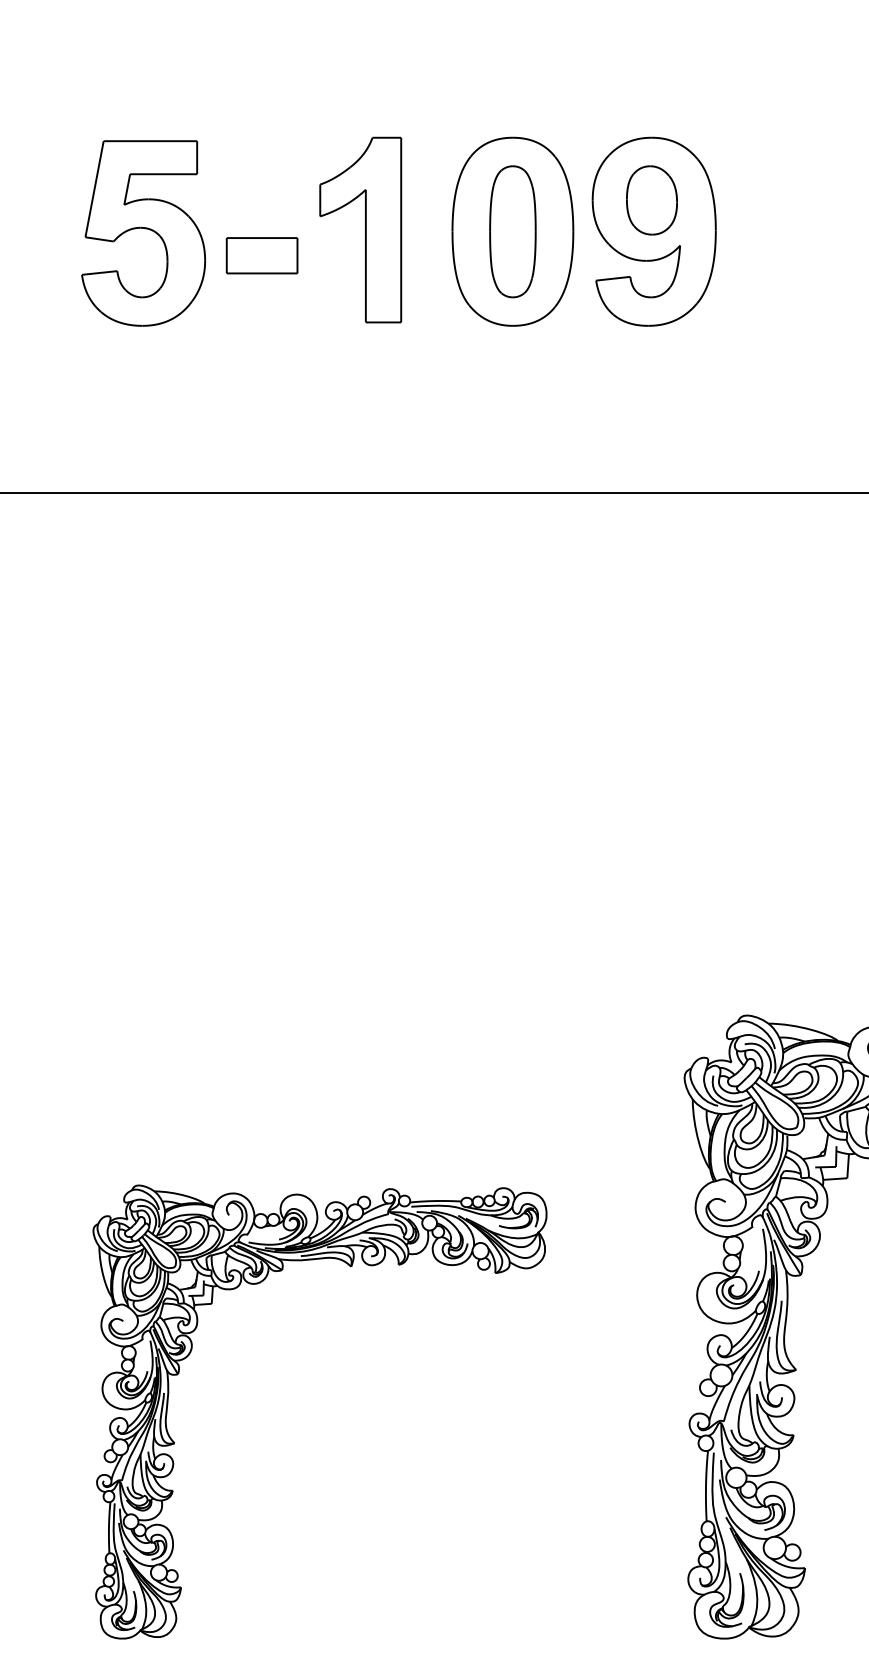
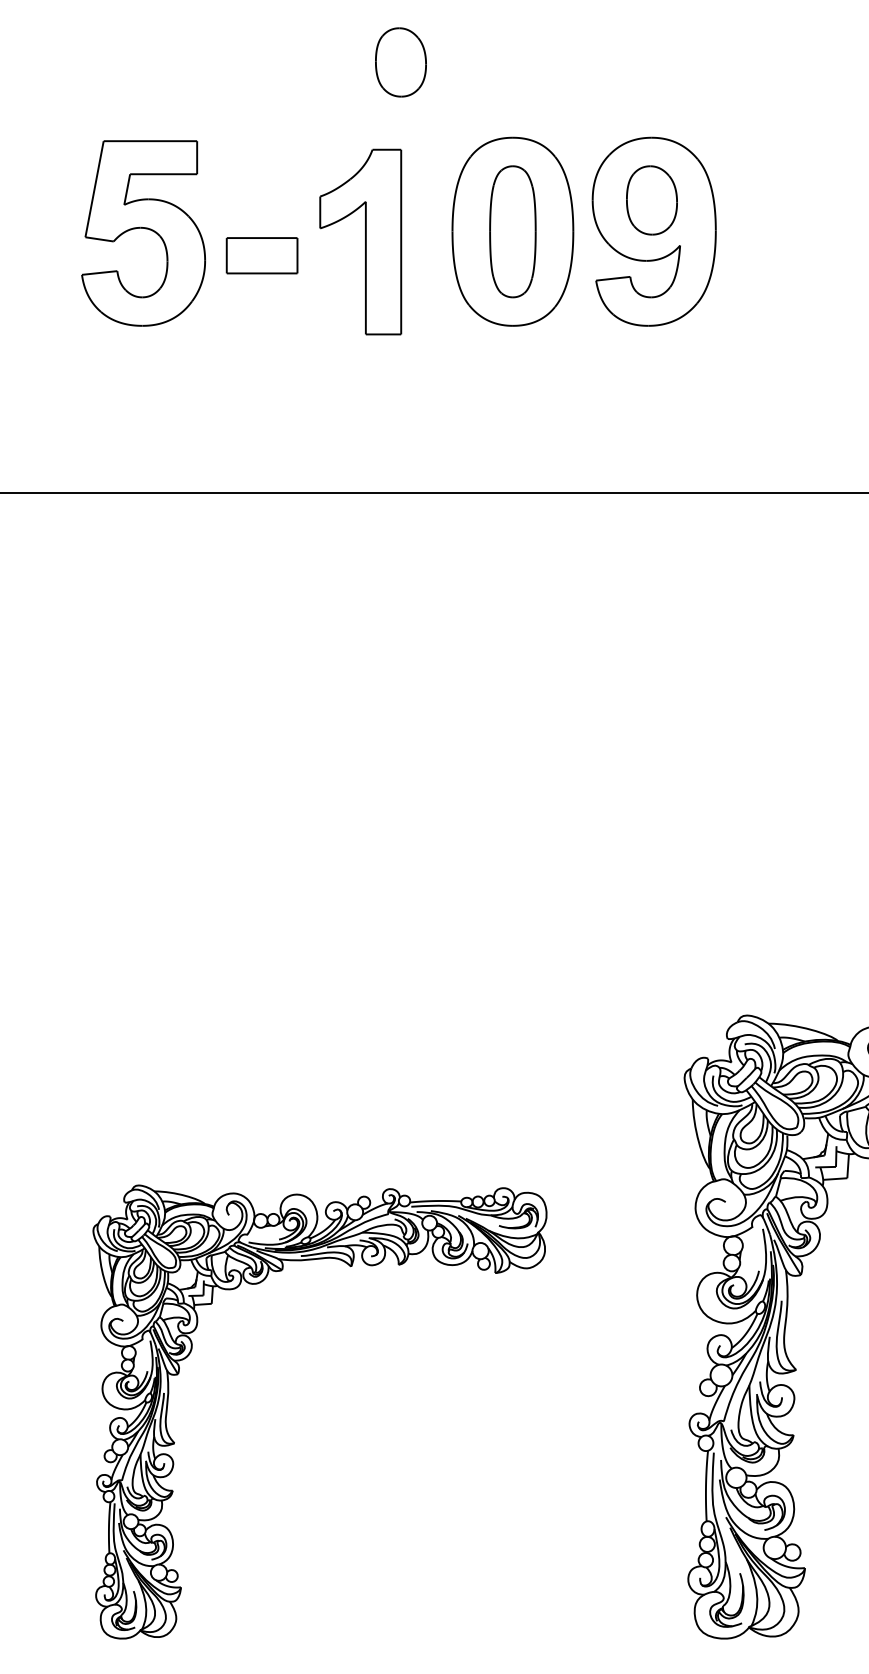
part at (400, 62): none -> present
part at (360, 229) position: (360, 229) -> (360, 241)
